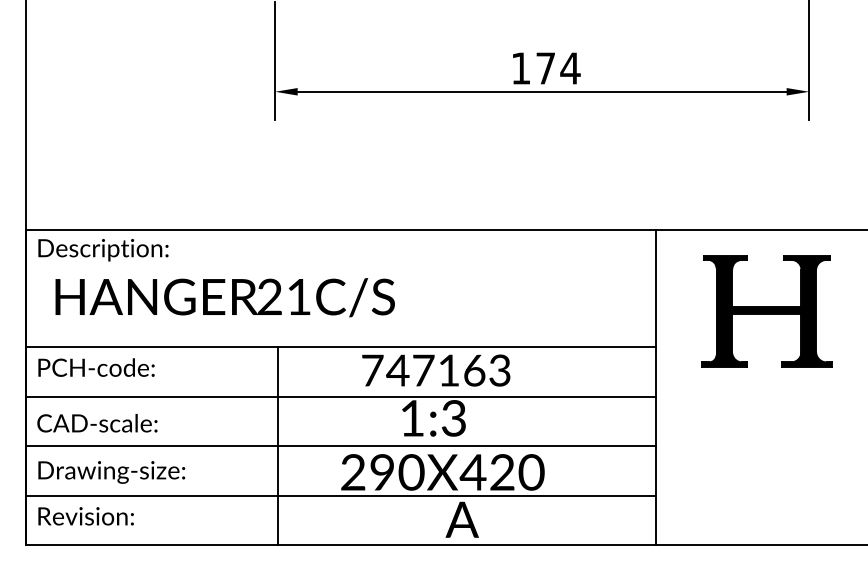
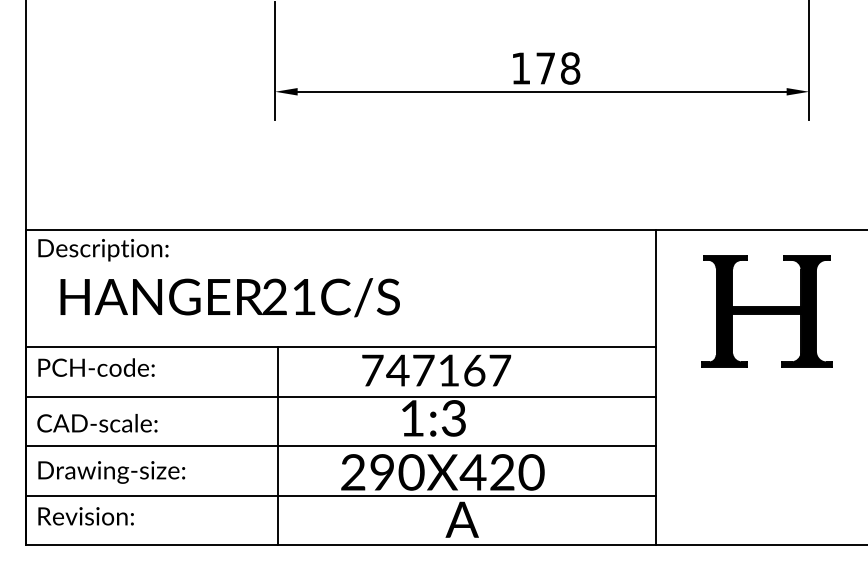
text at (570, 68): 174 -> 178
text at (224, 297) position: (224, 297) -> (229, 297)
text at (500, 370): 747163 -> 747167
